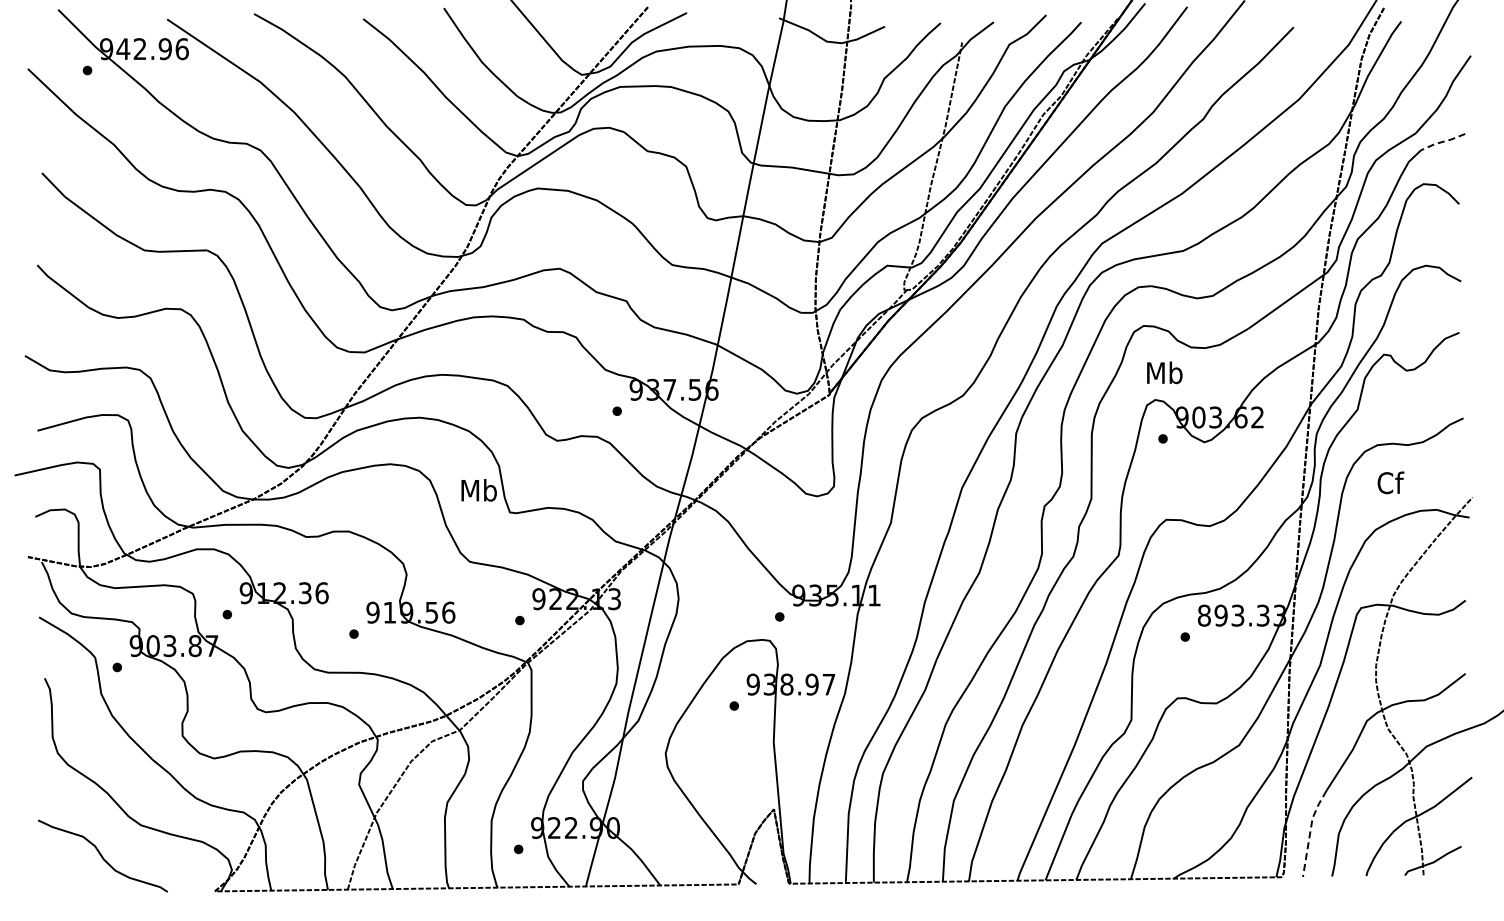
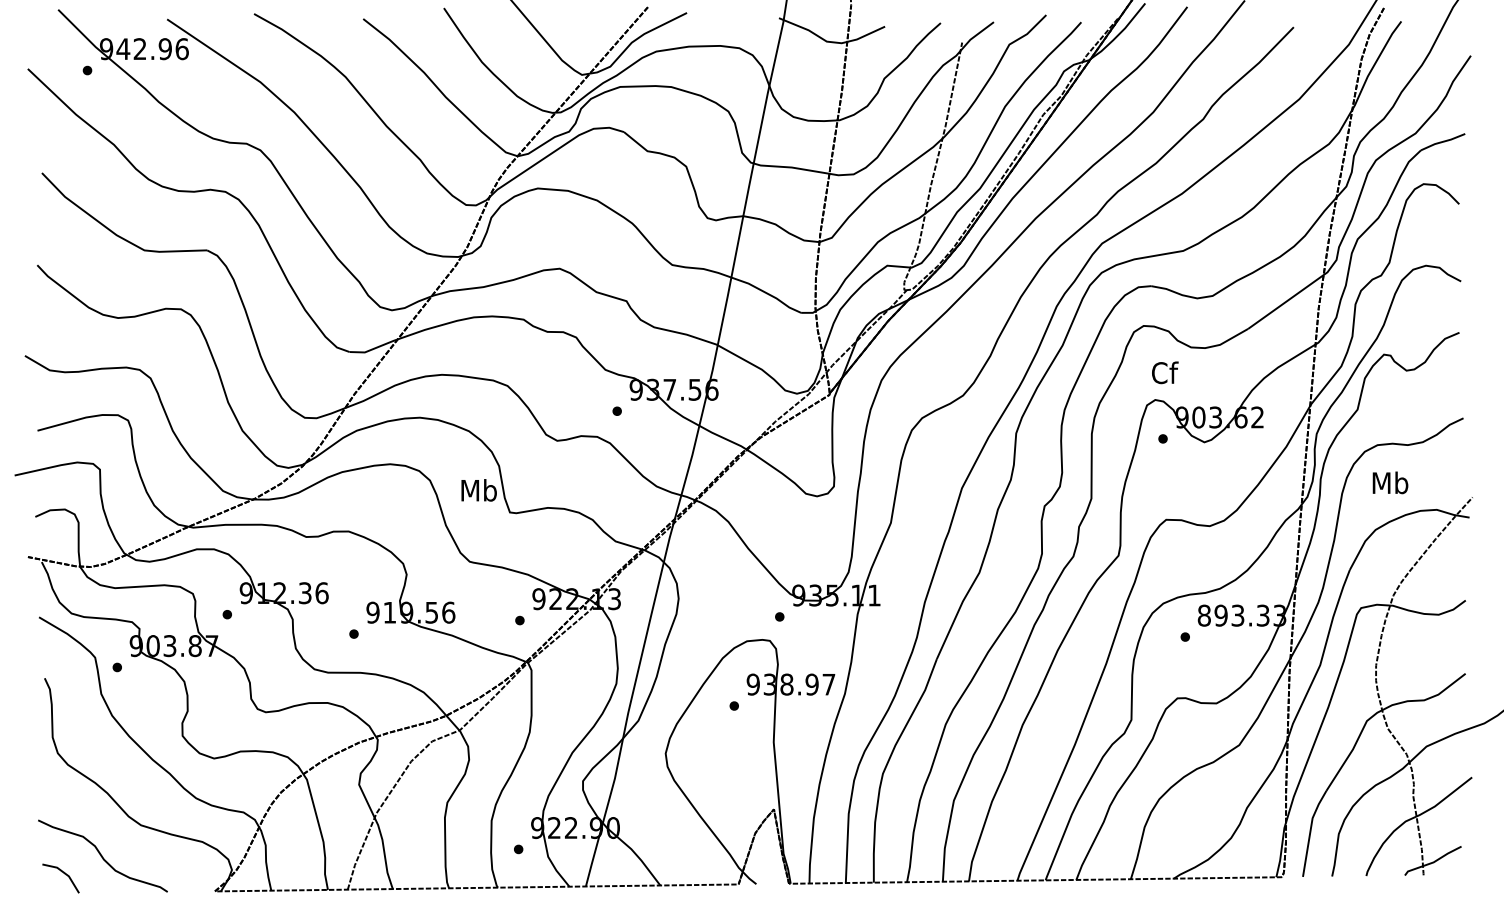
line at (1442, 141): dashed -> solid
text at (1164, 372): Mb -> Cf
text at (1390, 482): Cf -> Mb
line at (1310, 830): dashed -> solid
line at (64, 874): none -> present
